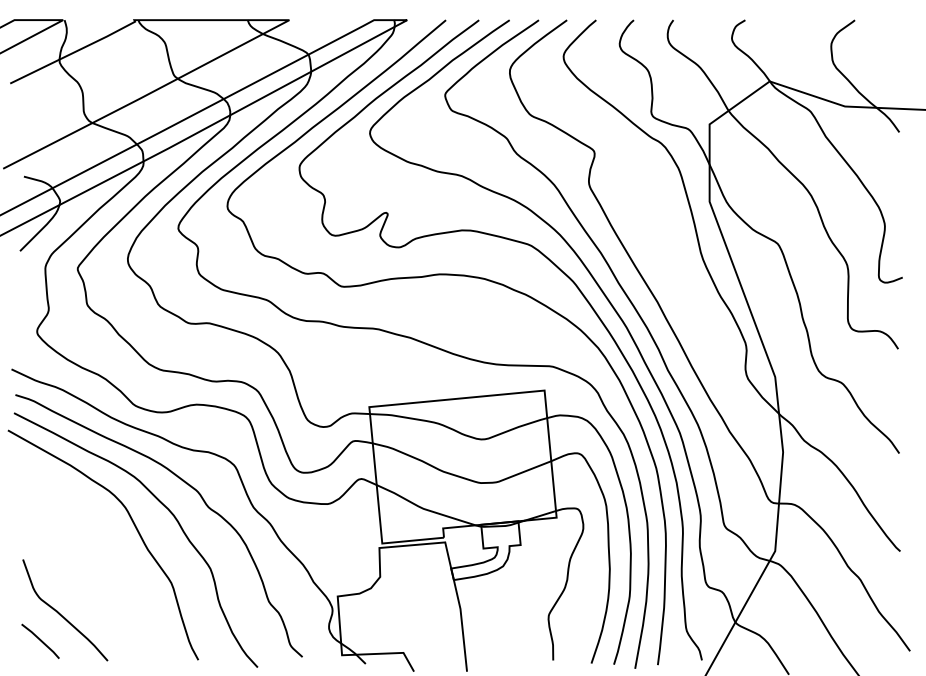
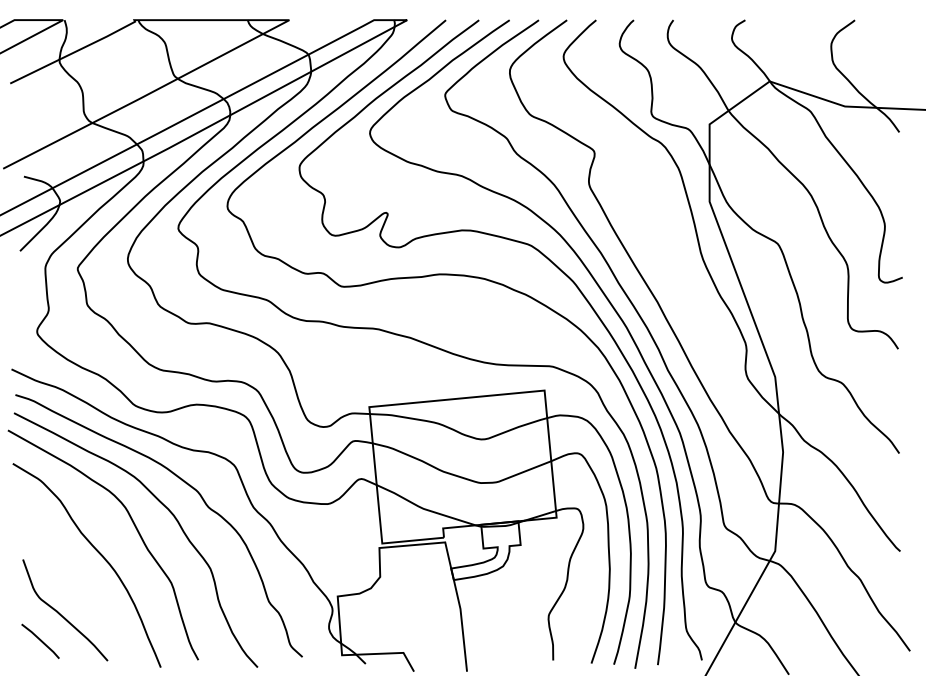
curve at (98, 553): none -> present
